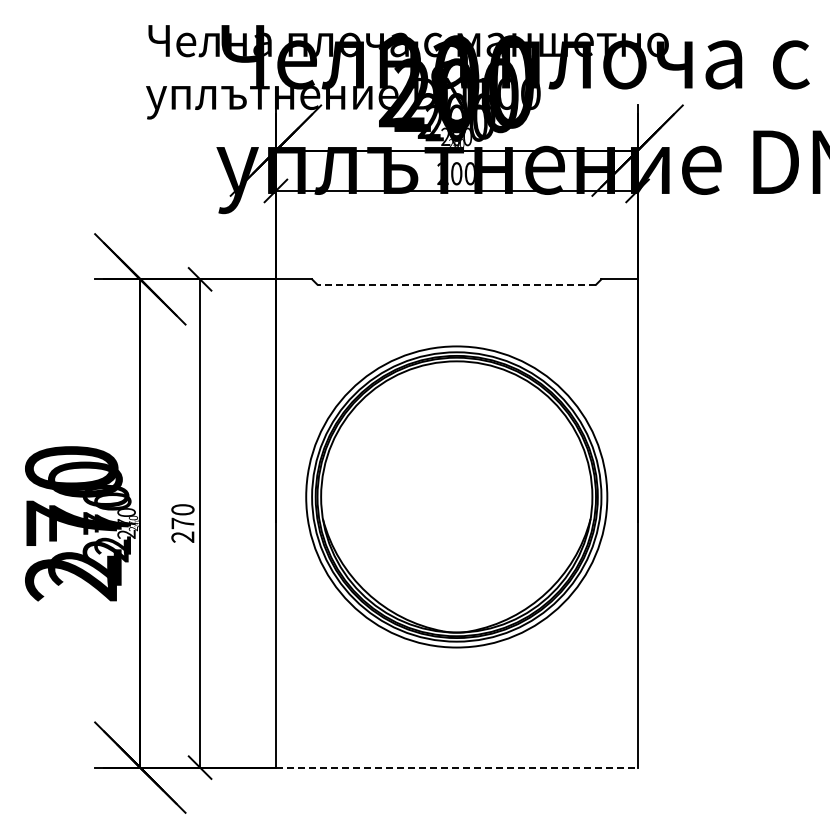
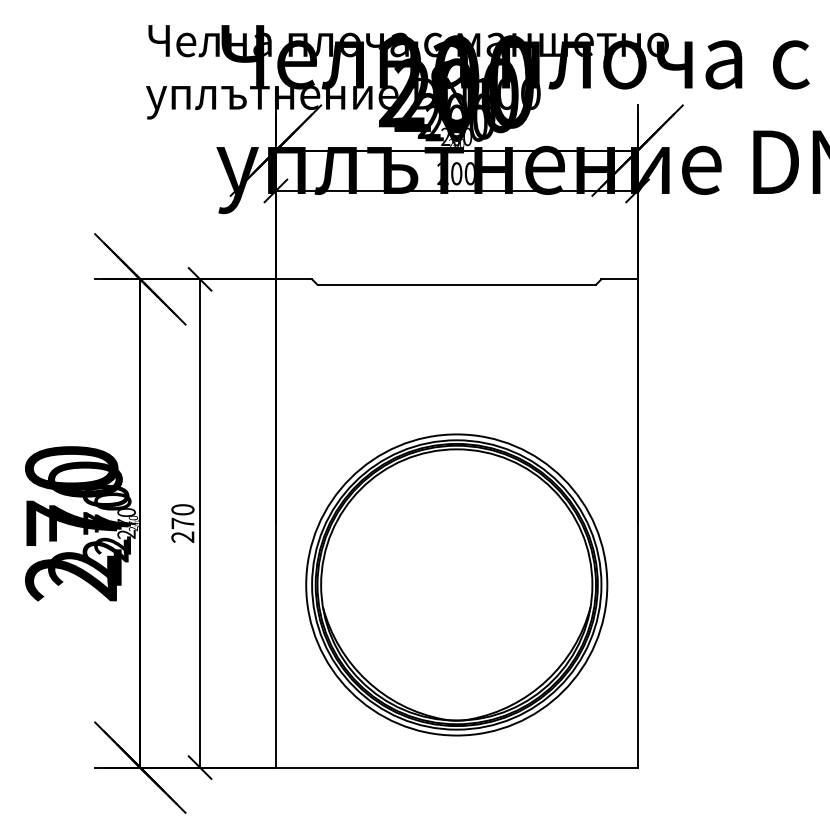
line at (456, 284): dashed -> solid
part at (456, 496) position: (456, 496) -> (456, 584)
line at (456, 767): dashed -> solid
